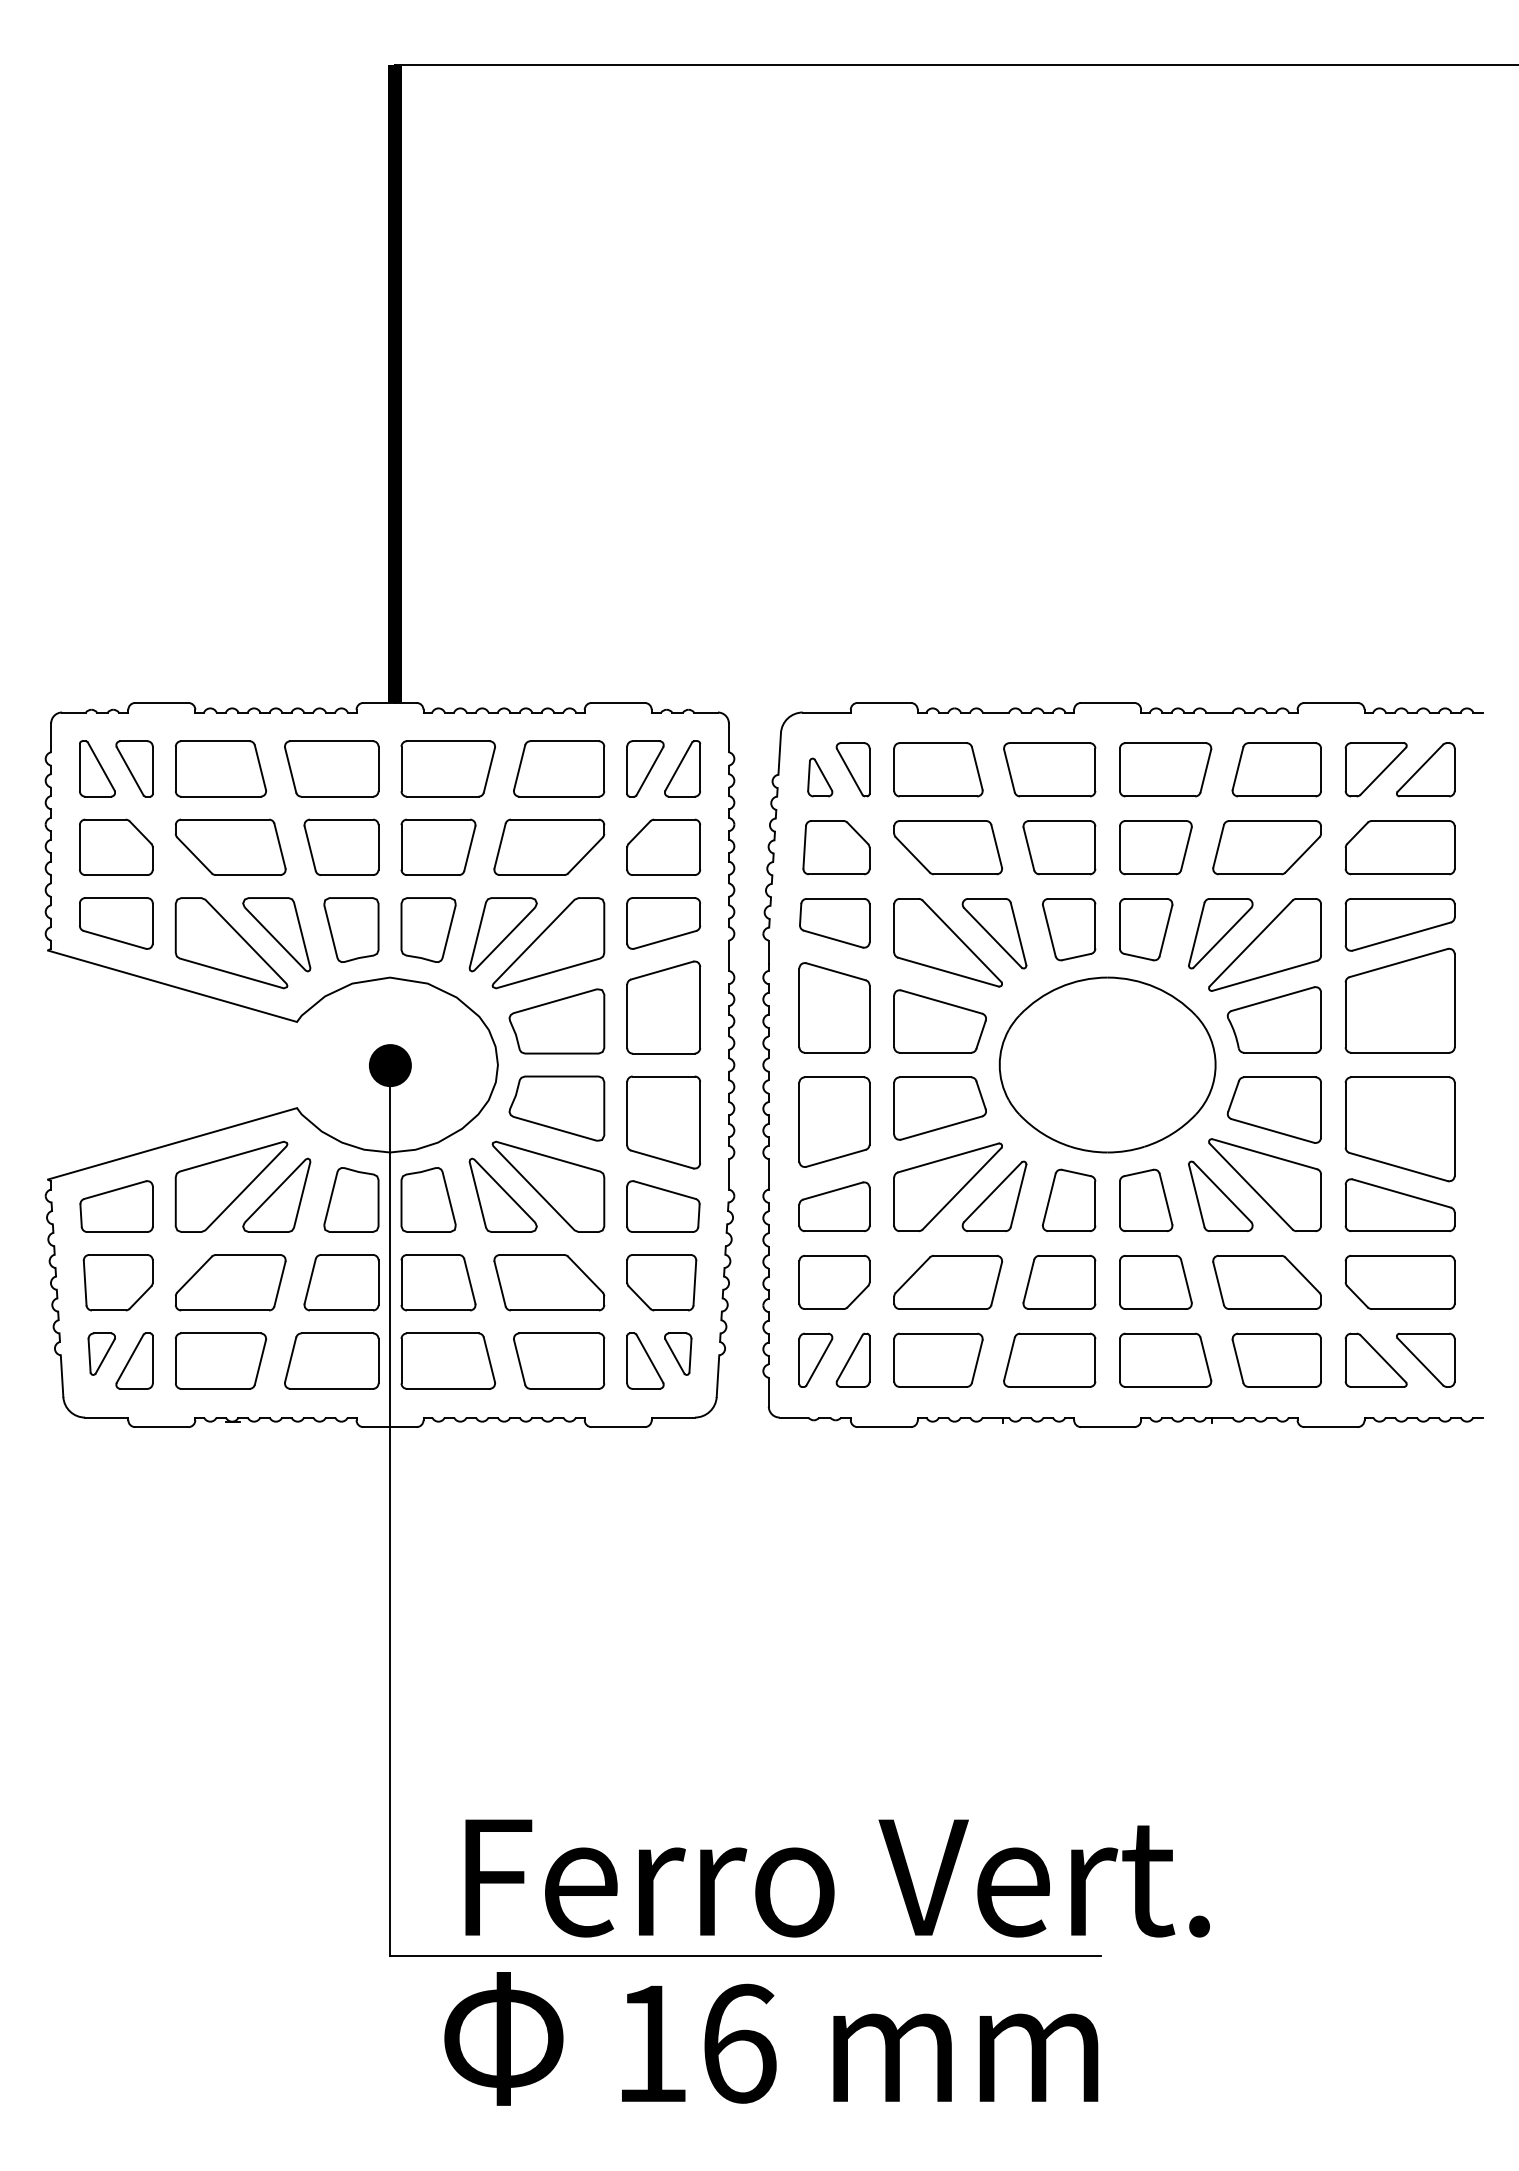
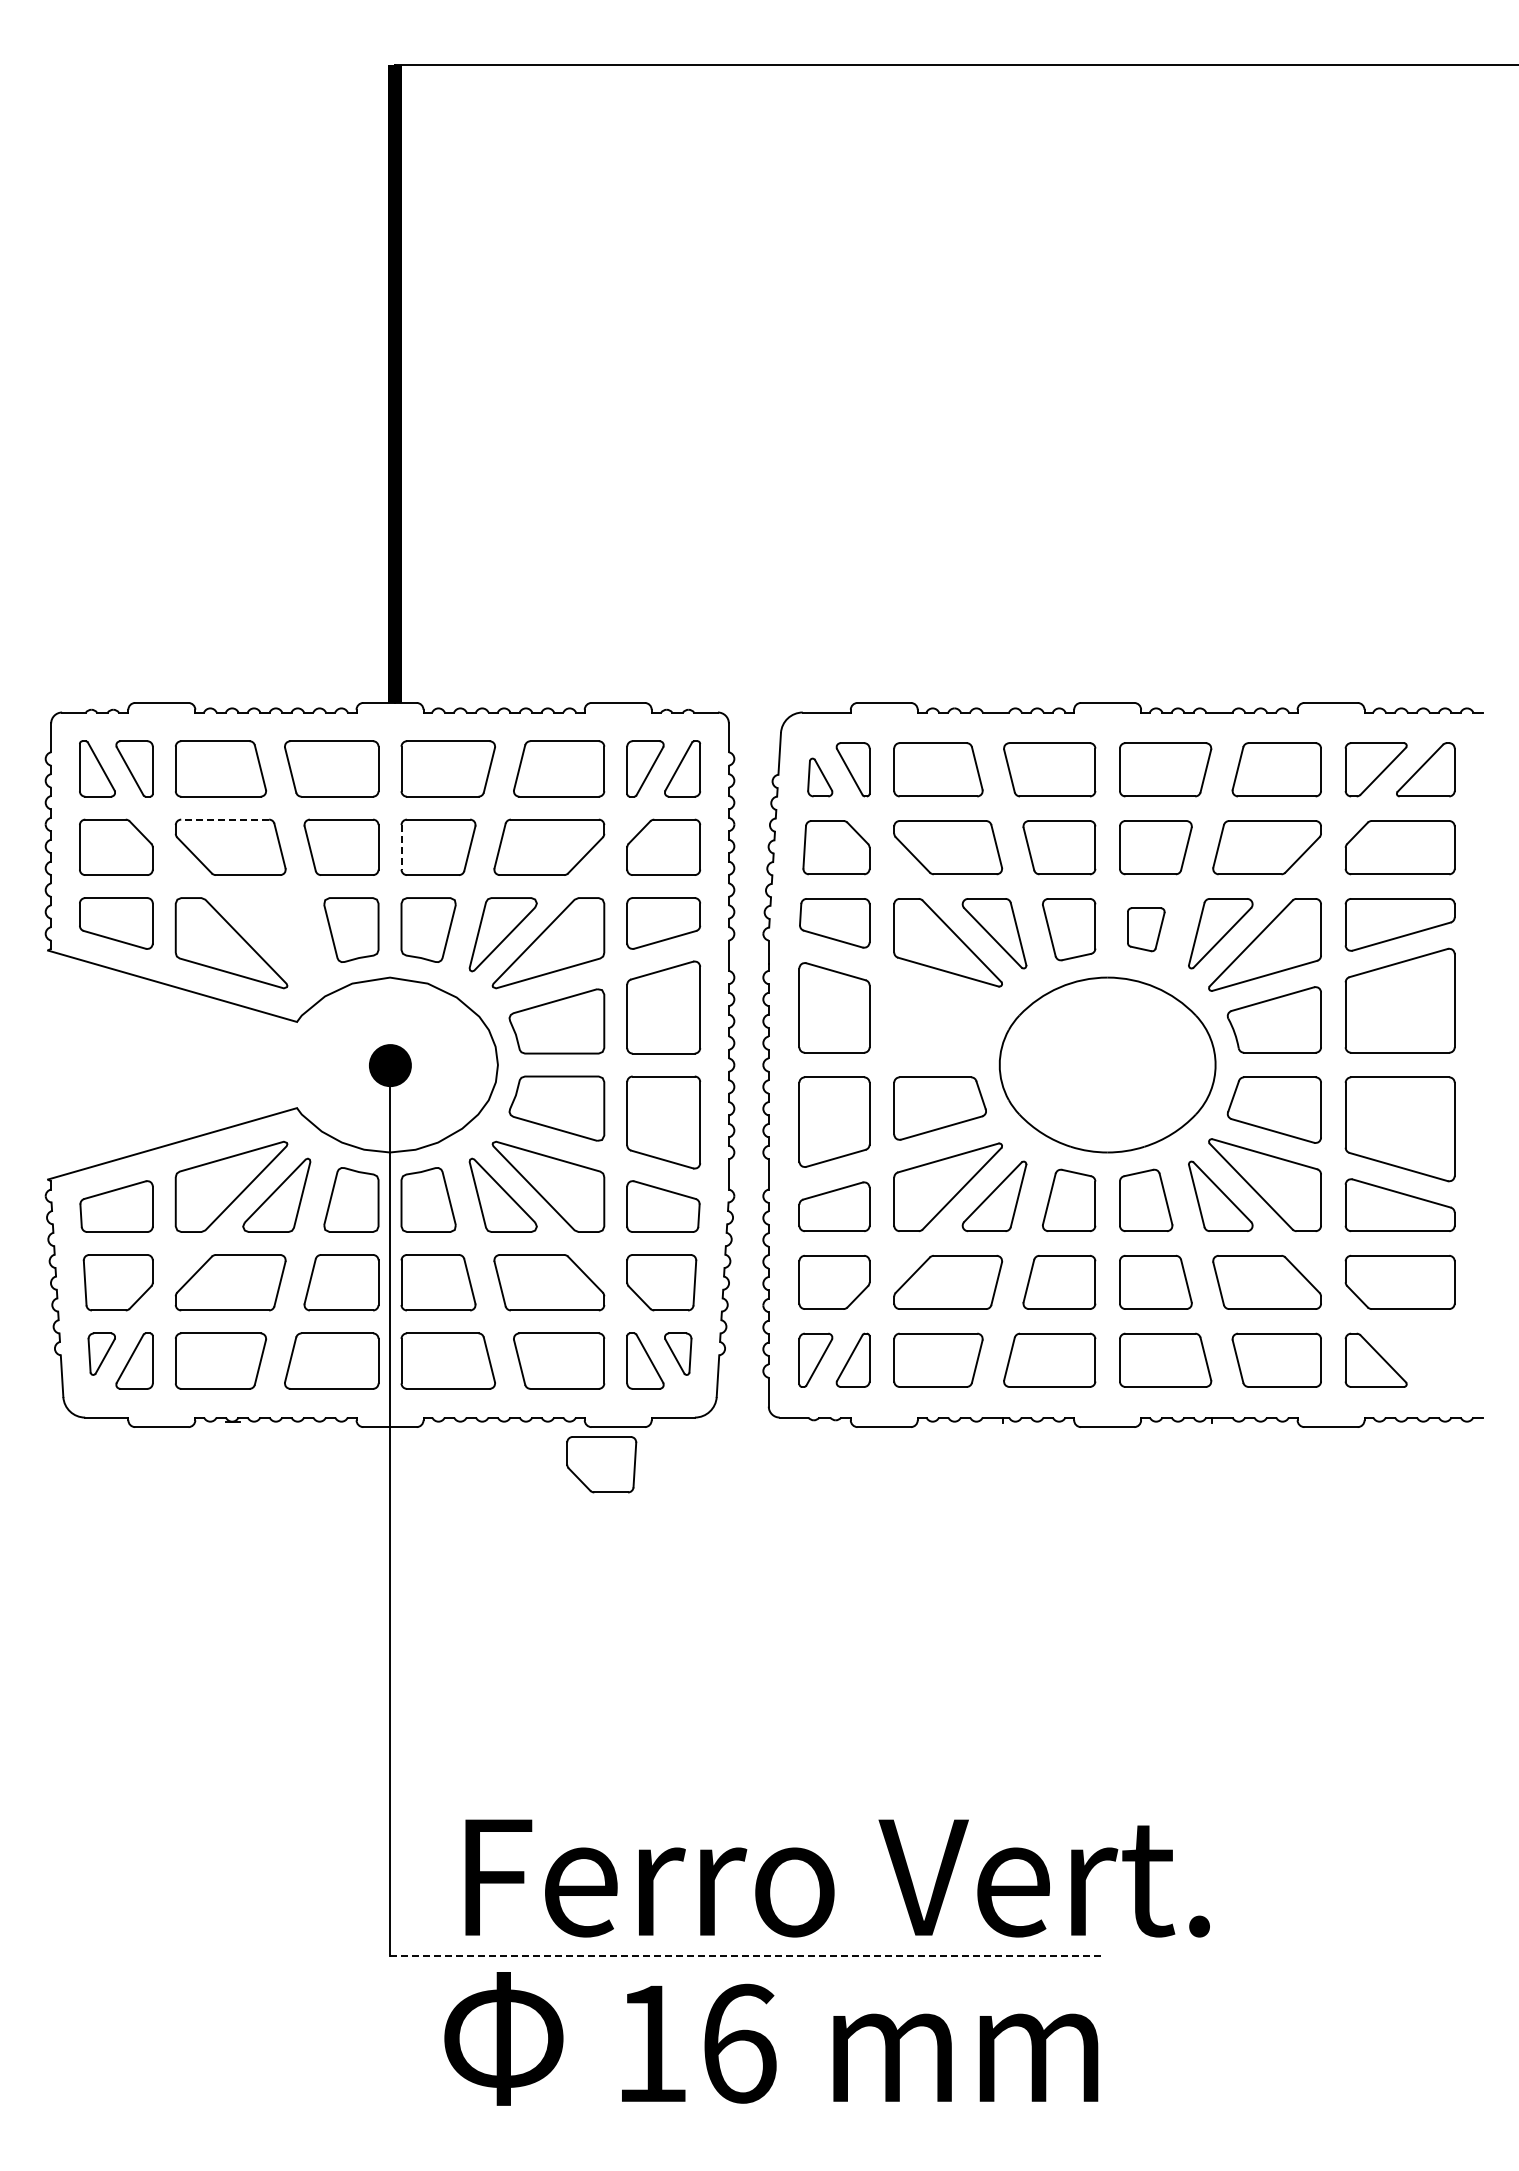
line at (225, 819): solid -> dashed
line at (401, 847): solid -> dashed
part at (1146, 929) size: 55x64 px -> 39x46 px
part at (276, 934): present -> none
part at (939, 1021): present -> none
part at (1425, 1359): present -> none
part at (601, 1464): none -> present
line at (745, 1955): solid -> dashed
